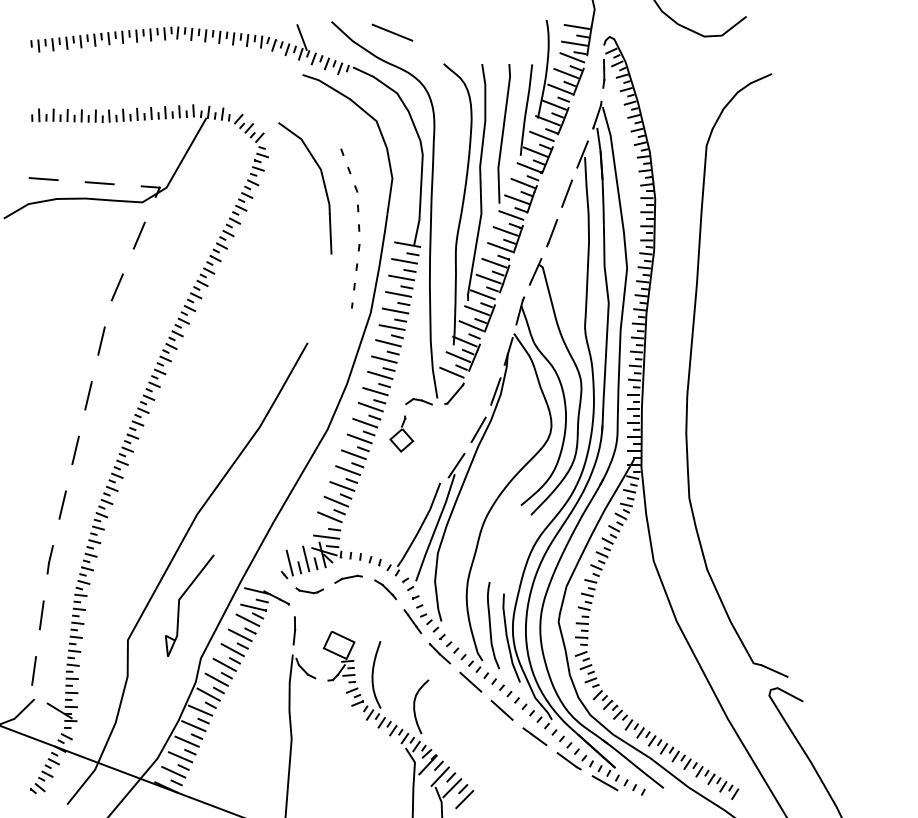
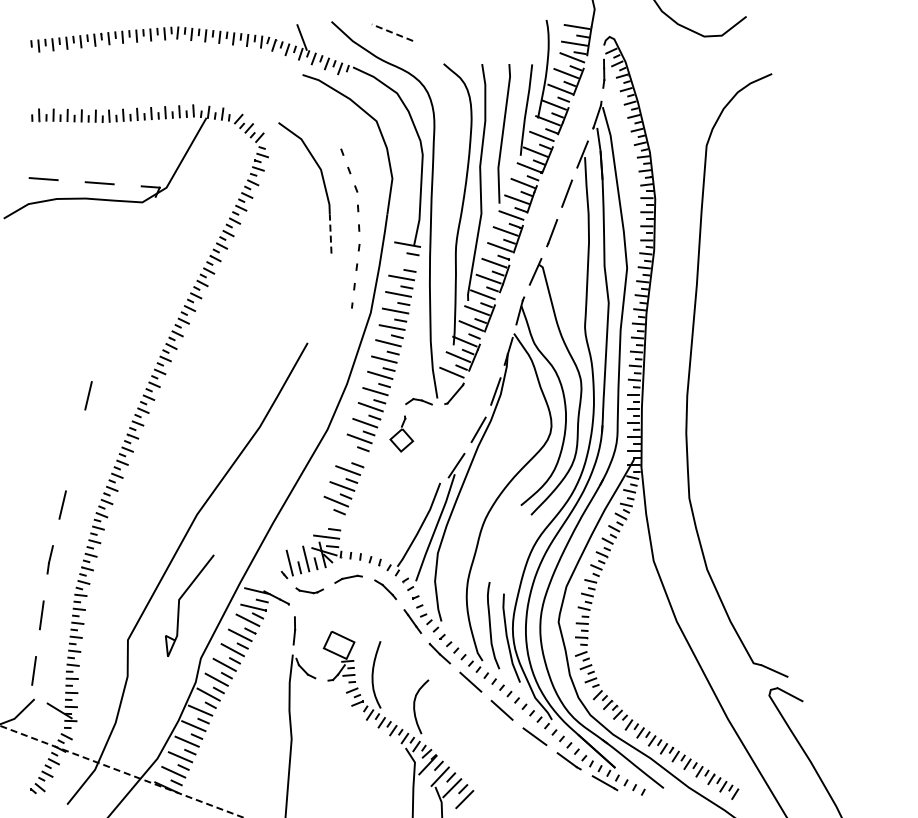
line at (392, 32): solid -> dashed
line at (330, 233): solid -> dashed
line at (138, 235): present -> none
line at (404, 261): present -> none
line at (116, 287): present -> none
line at (101, 340): present -> none
line at (75, 449): present -> none
line at (353, 454): present -> none
line at (329, 517): present -> none
line at (122, 771): solid -> dashed
